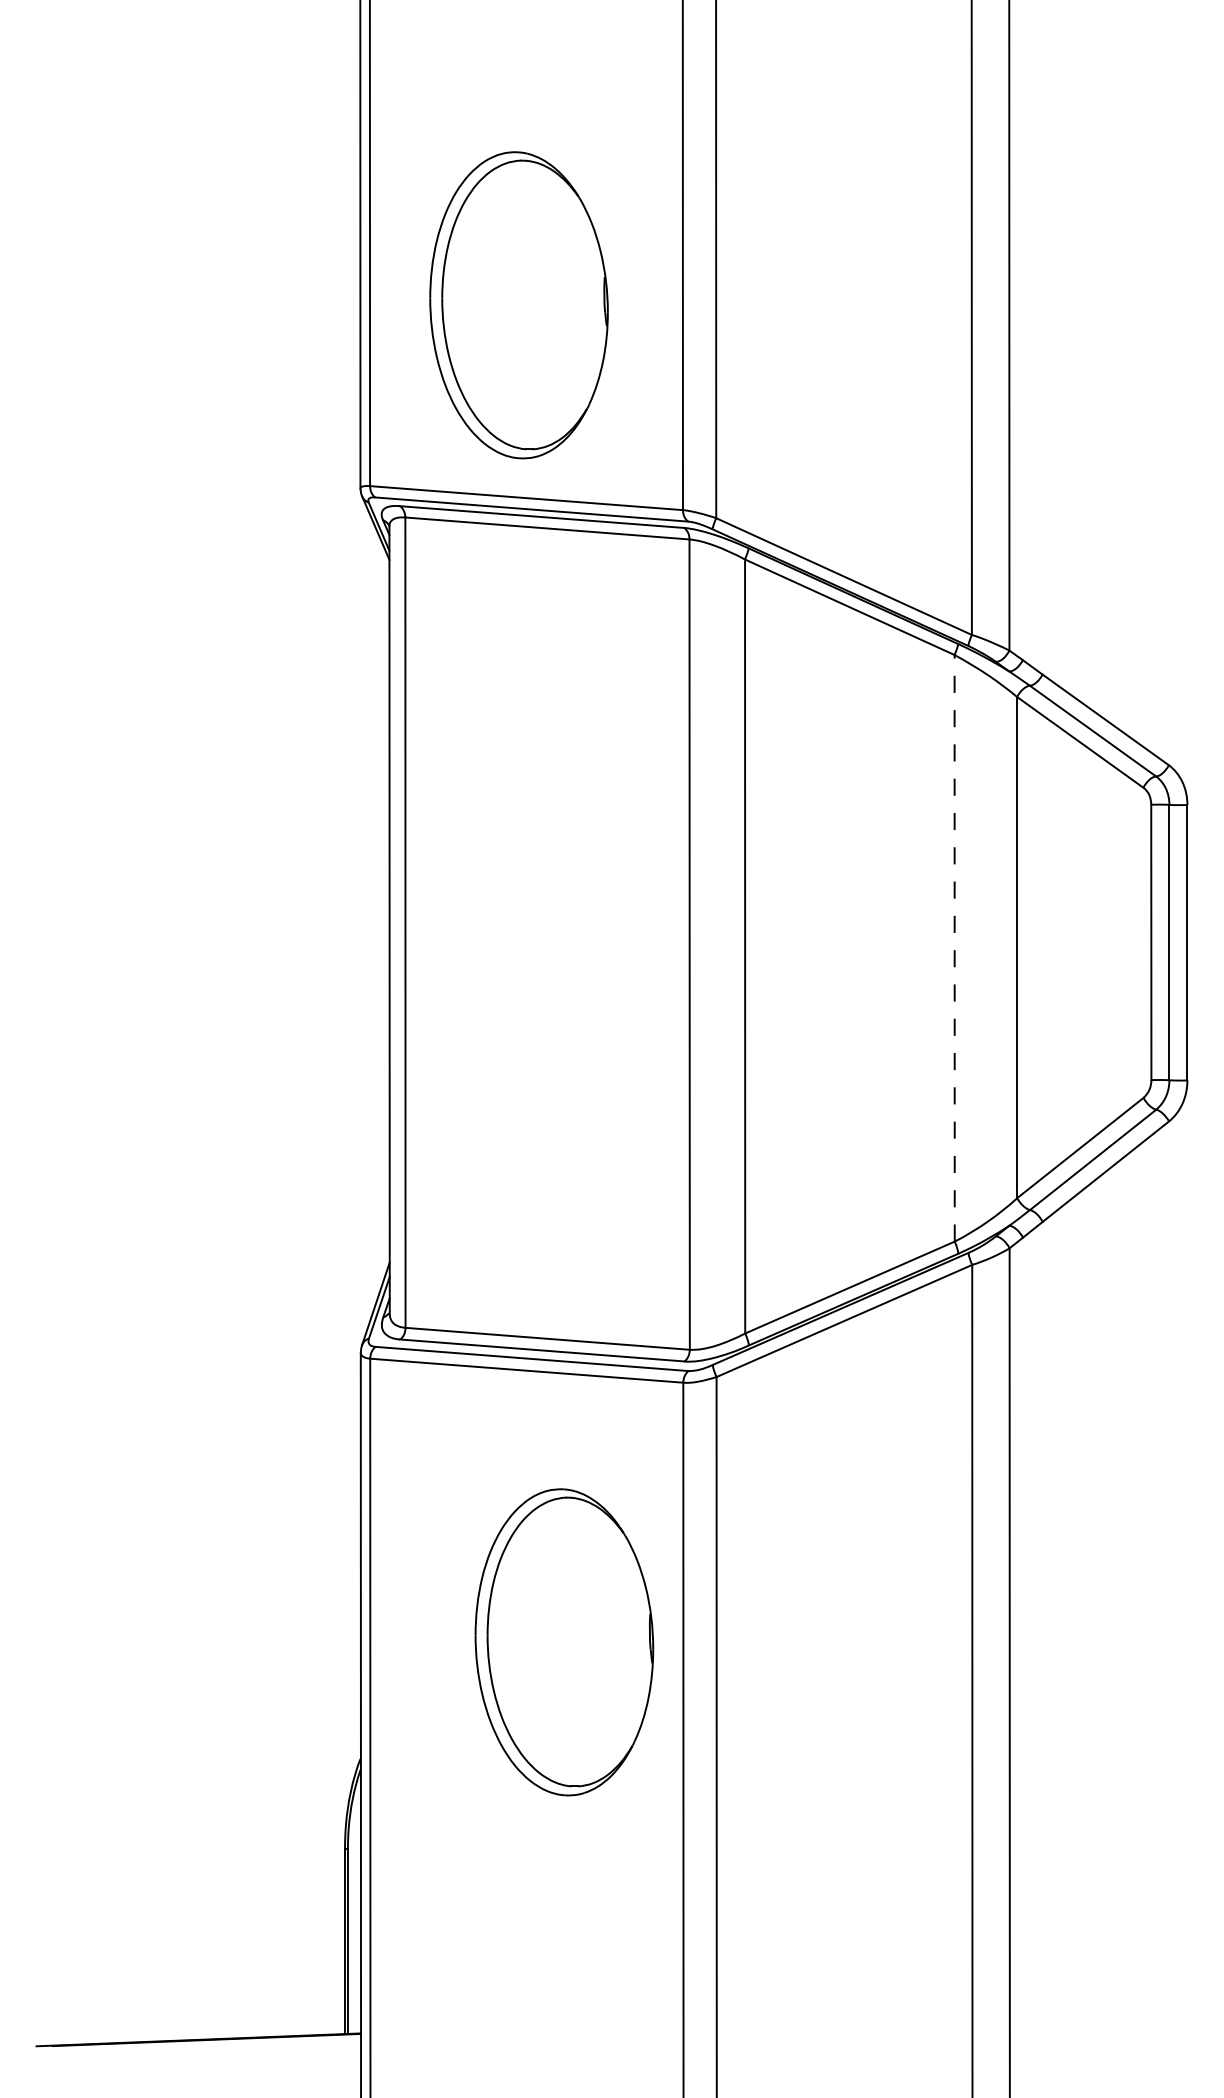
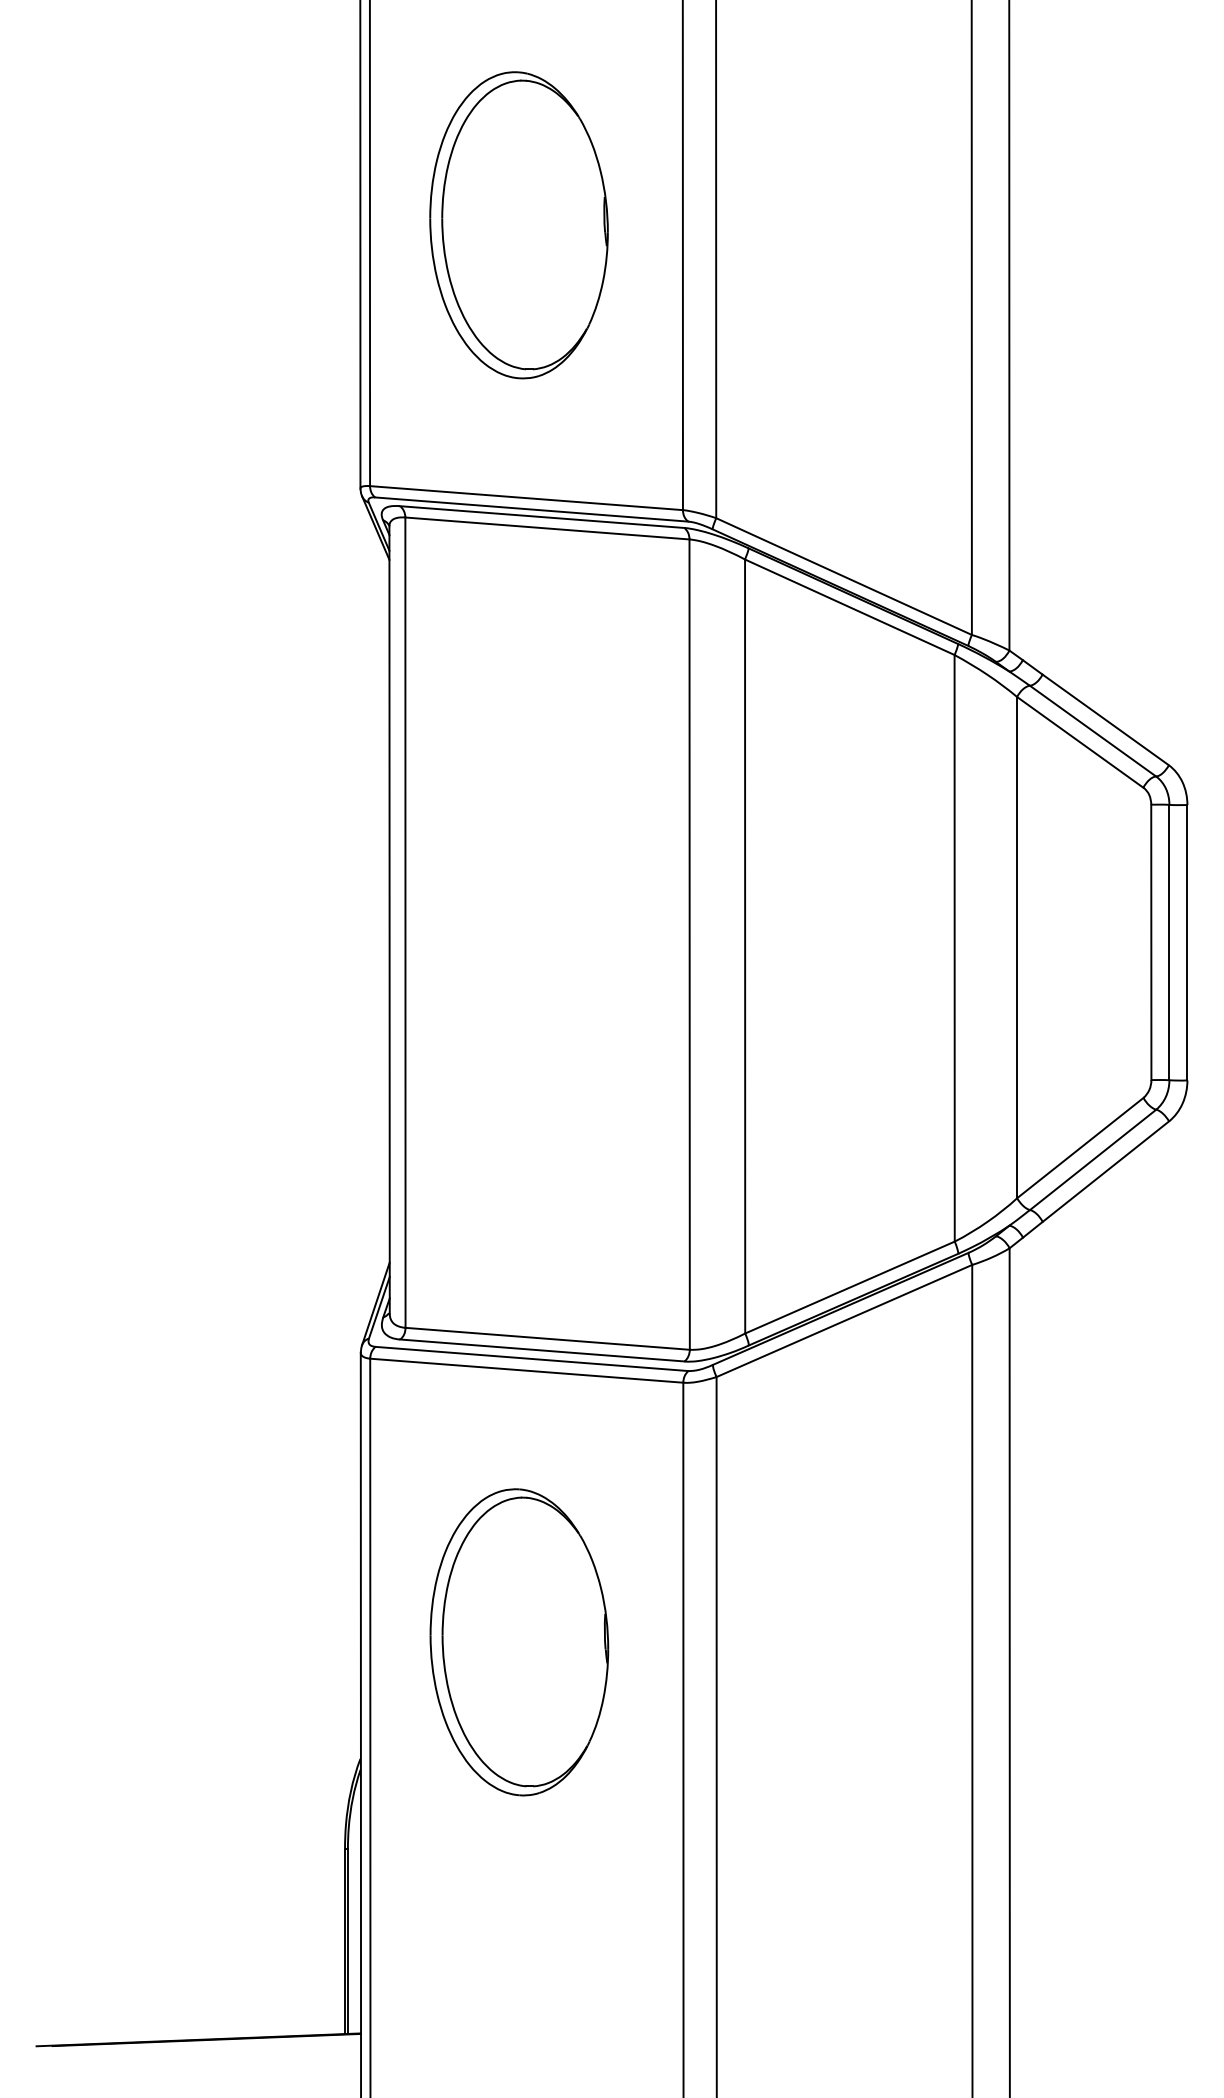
part at (518, 305) position: (518, 305) -> (518, 225)
line at (954, 947): dashed -> solid
part at (564, 1642) position: (564, 1642) -> (519, 1642)
